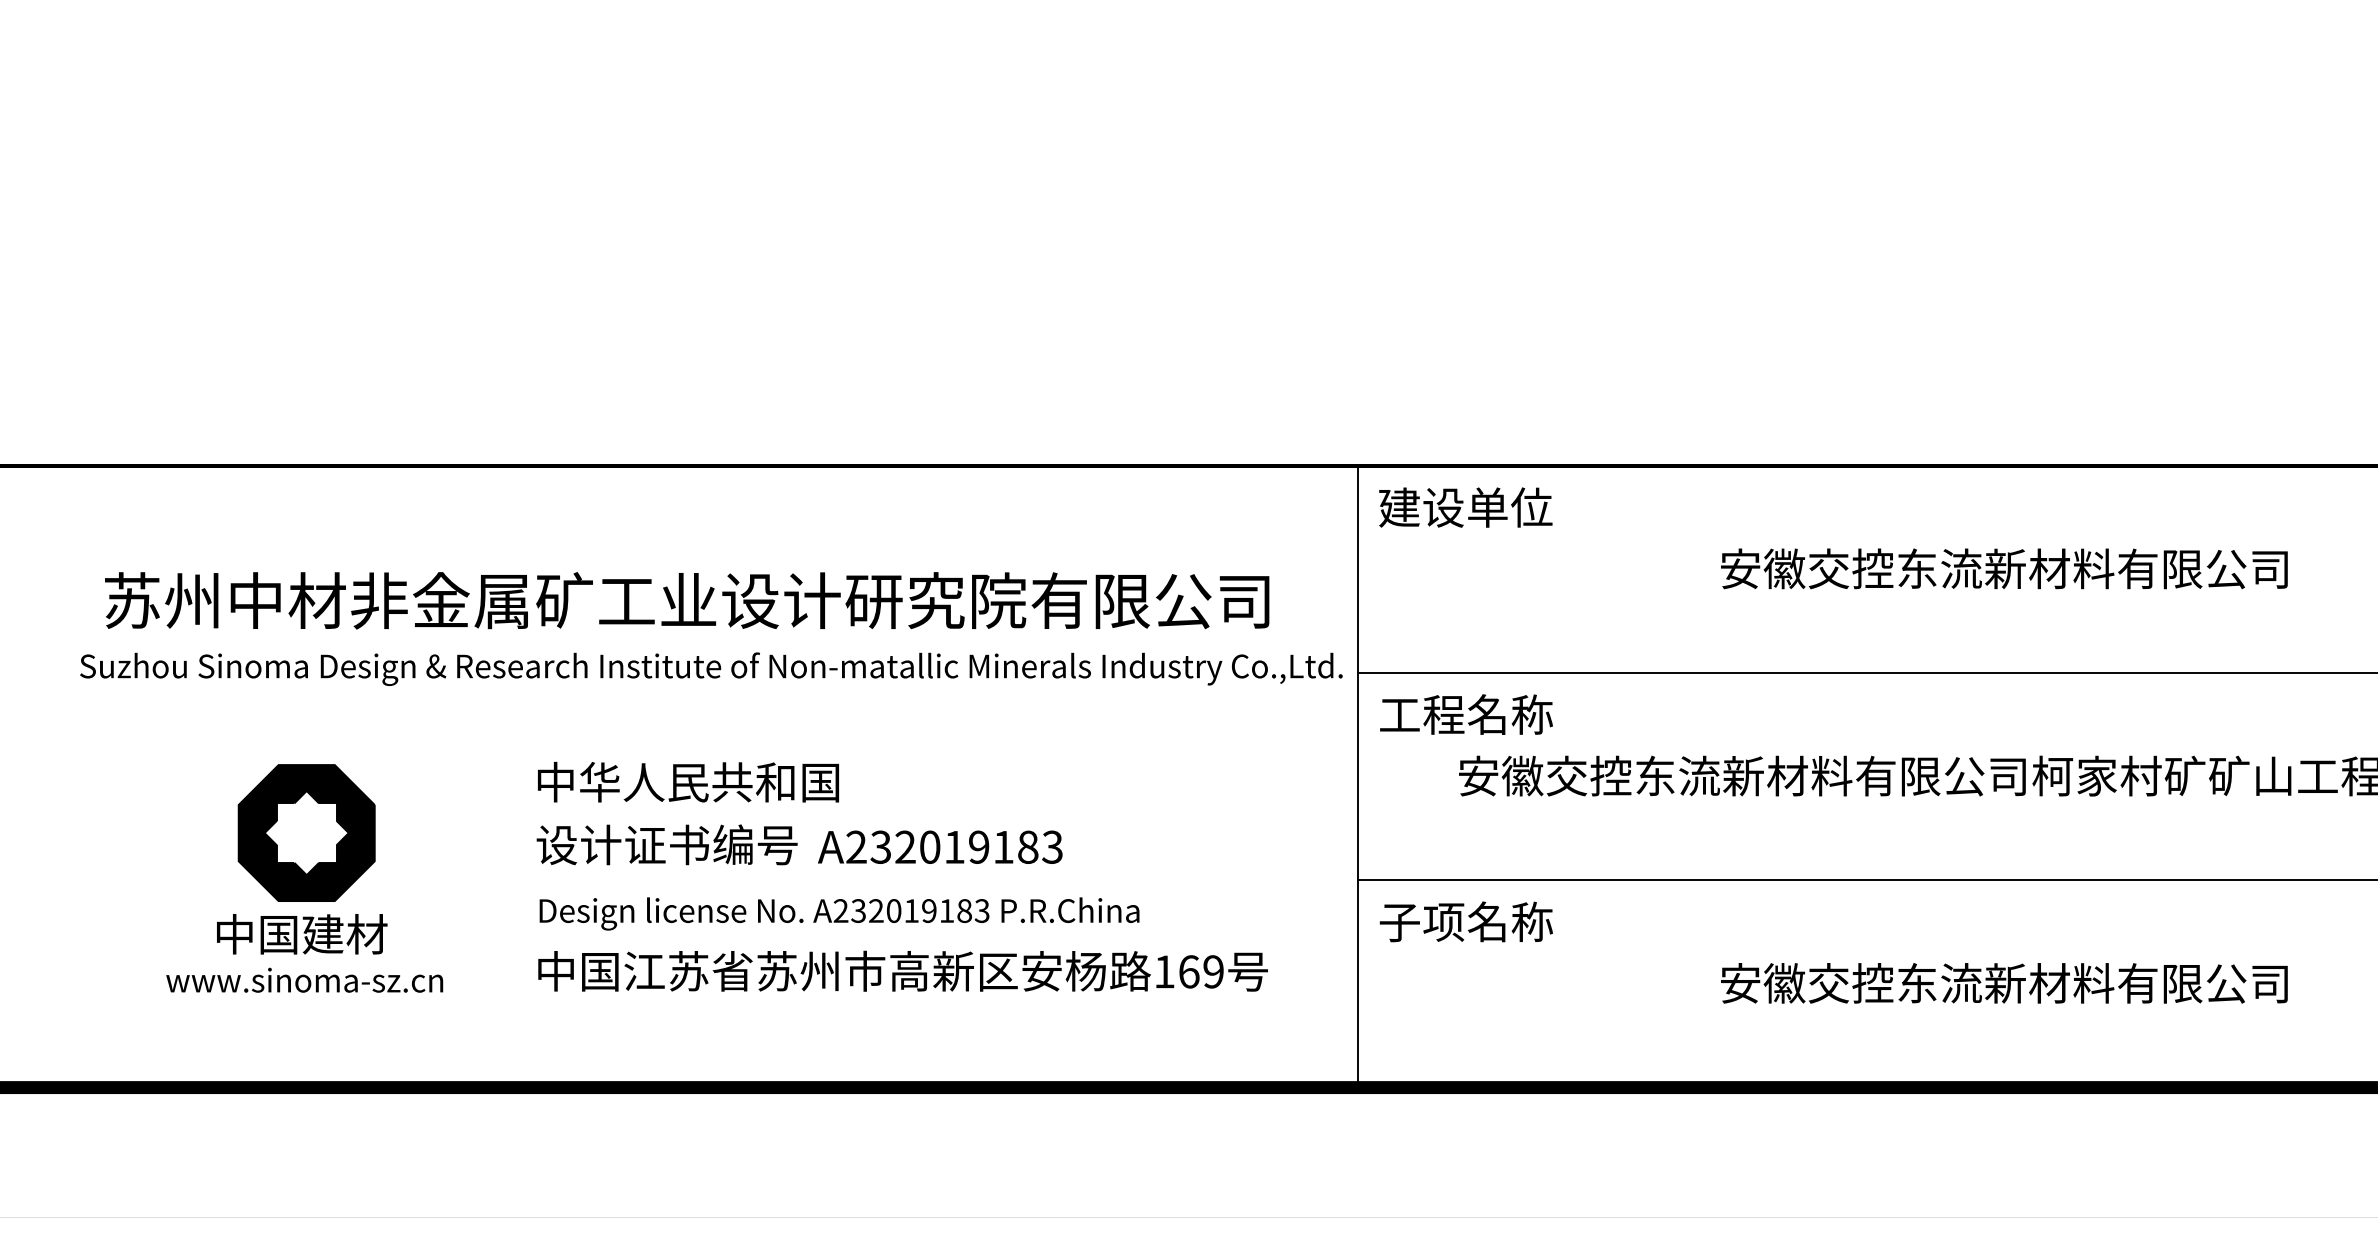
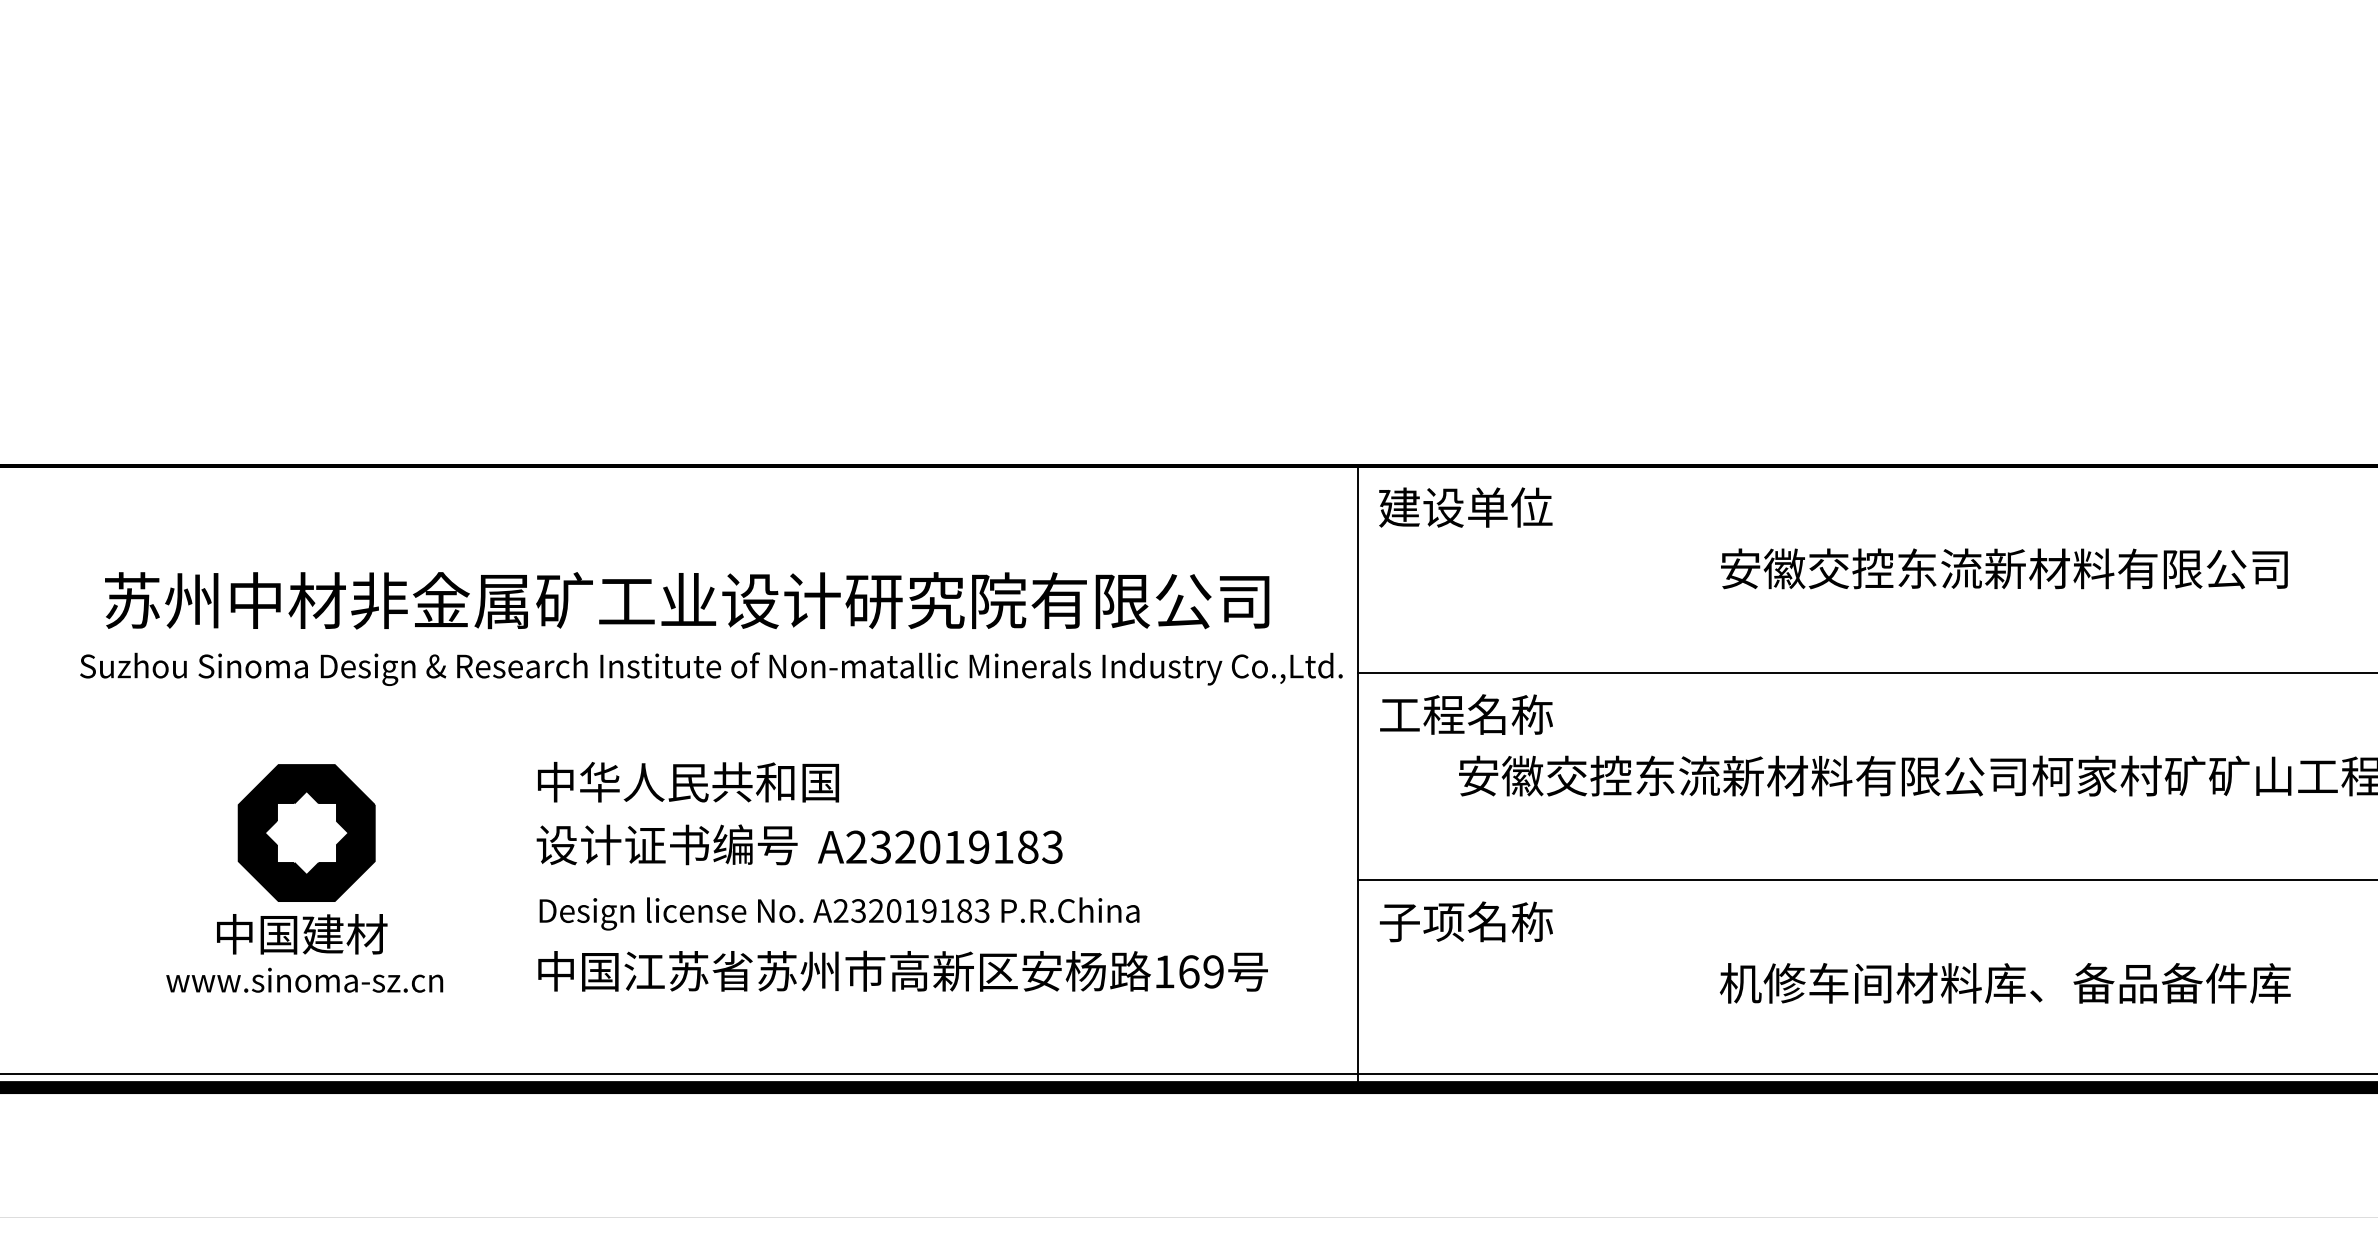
text at (2004, 983): 安徽交控东流新材料有限公司 -> 机修车间材料库、备品备件库
line at (1188, 1074): none -> present
